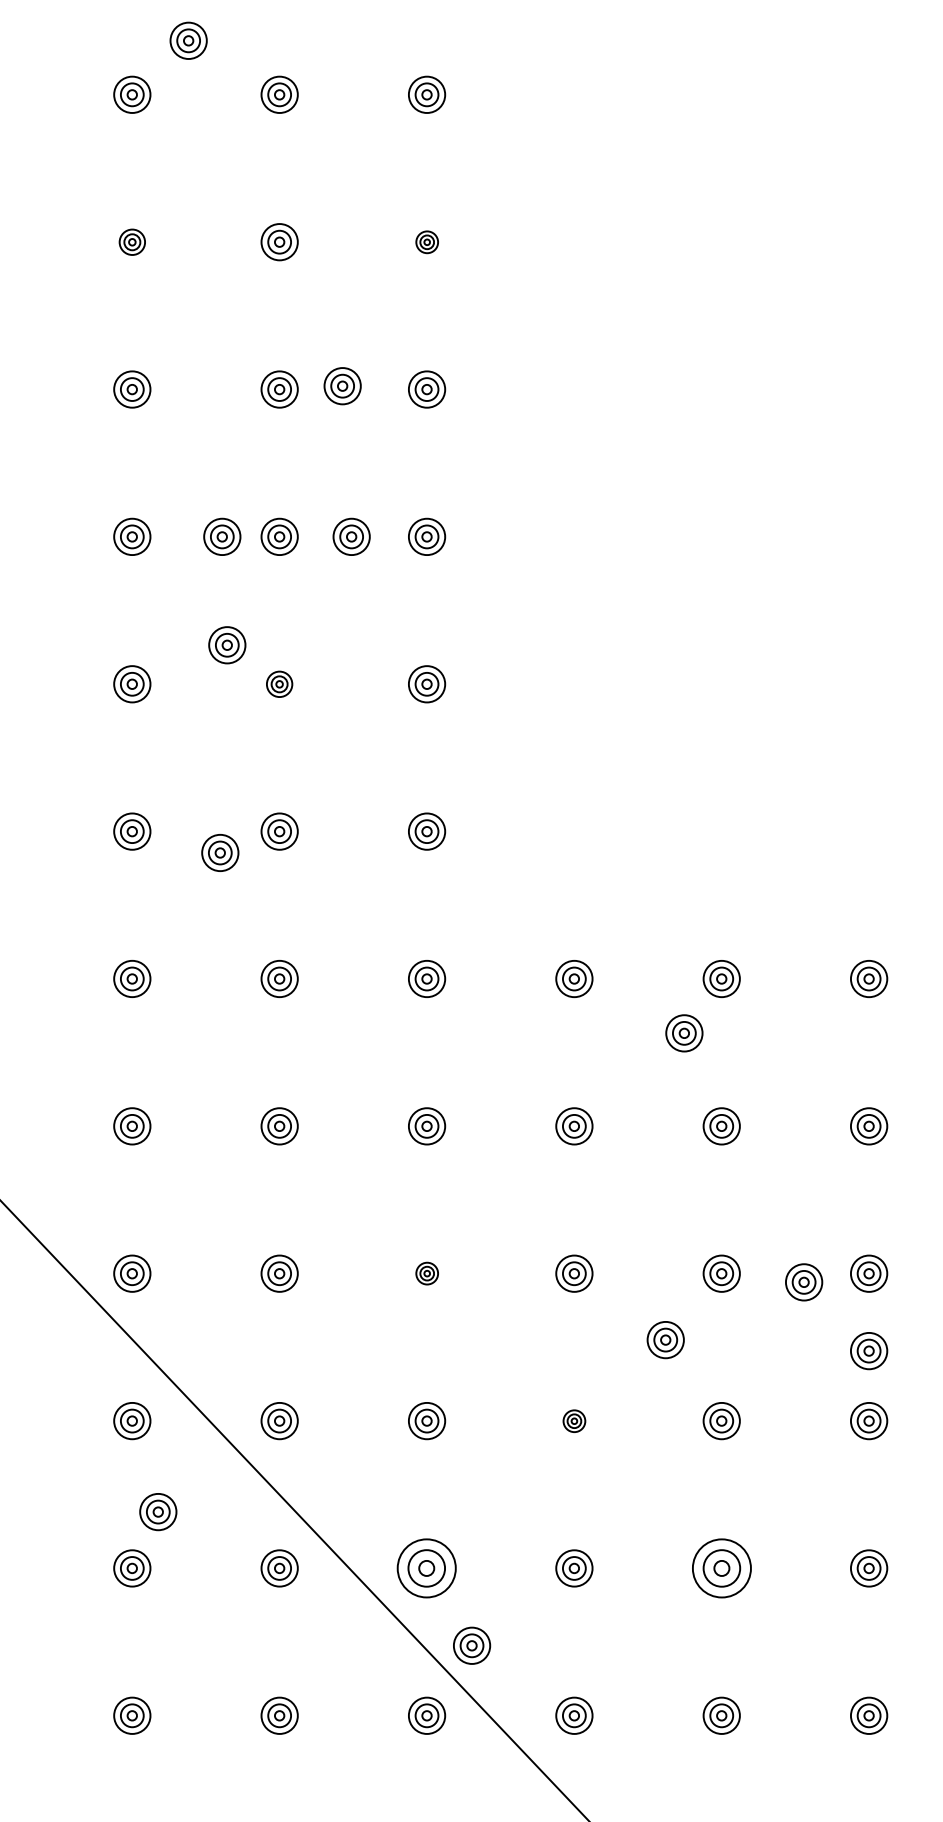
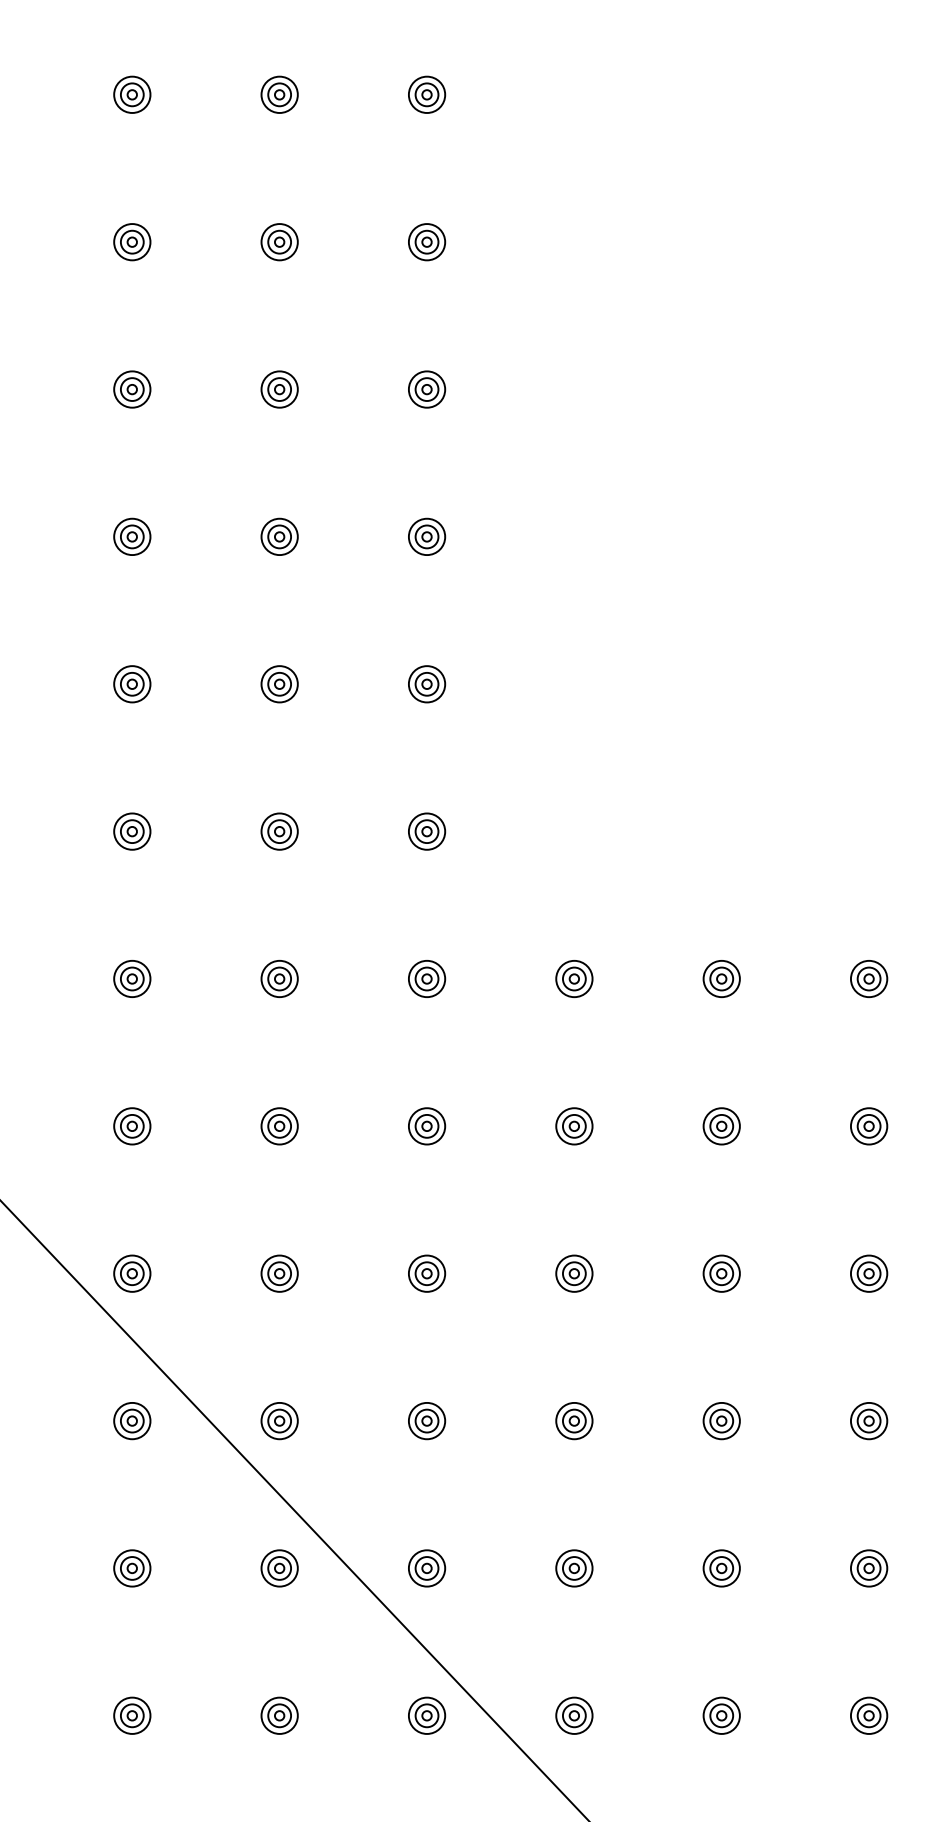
part at (188, 40): present -> none
part at (131, 241) size: 28x28 px -> 39x39 px
part at (426, 242) size: 24x25 px -> 39x39 px
part at (342, 386): present -> none
part at (222, 536): present -> none
part at (351, 536): present -> none
part at (227, 645): present -> none
part at (279, 683) size: 28x28 px -> 39x39 px
part at (220, 852): present -> none
part at (684, 1033): present -> none
part at (426, 1273) size: 24x25 px -> 39x39 px
part at (804, 1282): present -> none
part at (665, 1340): present -> none
part at (869, 1351): present -> none
part at (574, 1420) size: 25x24 px -> 39x39 px
part at (158, 1512): present -> none
part at (426, 1568) size: 61x61 px -> 39x39 px
part at (721, 1568) size: 60x61 px -> 39x39 px
part at (472, 1645): present -> none
